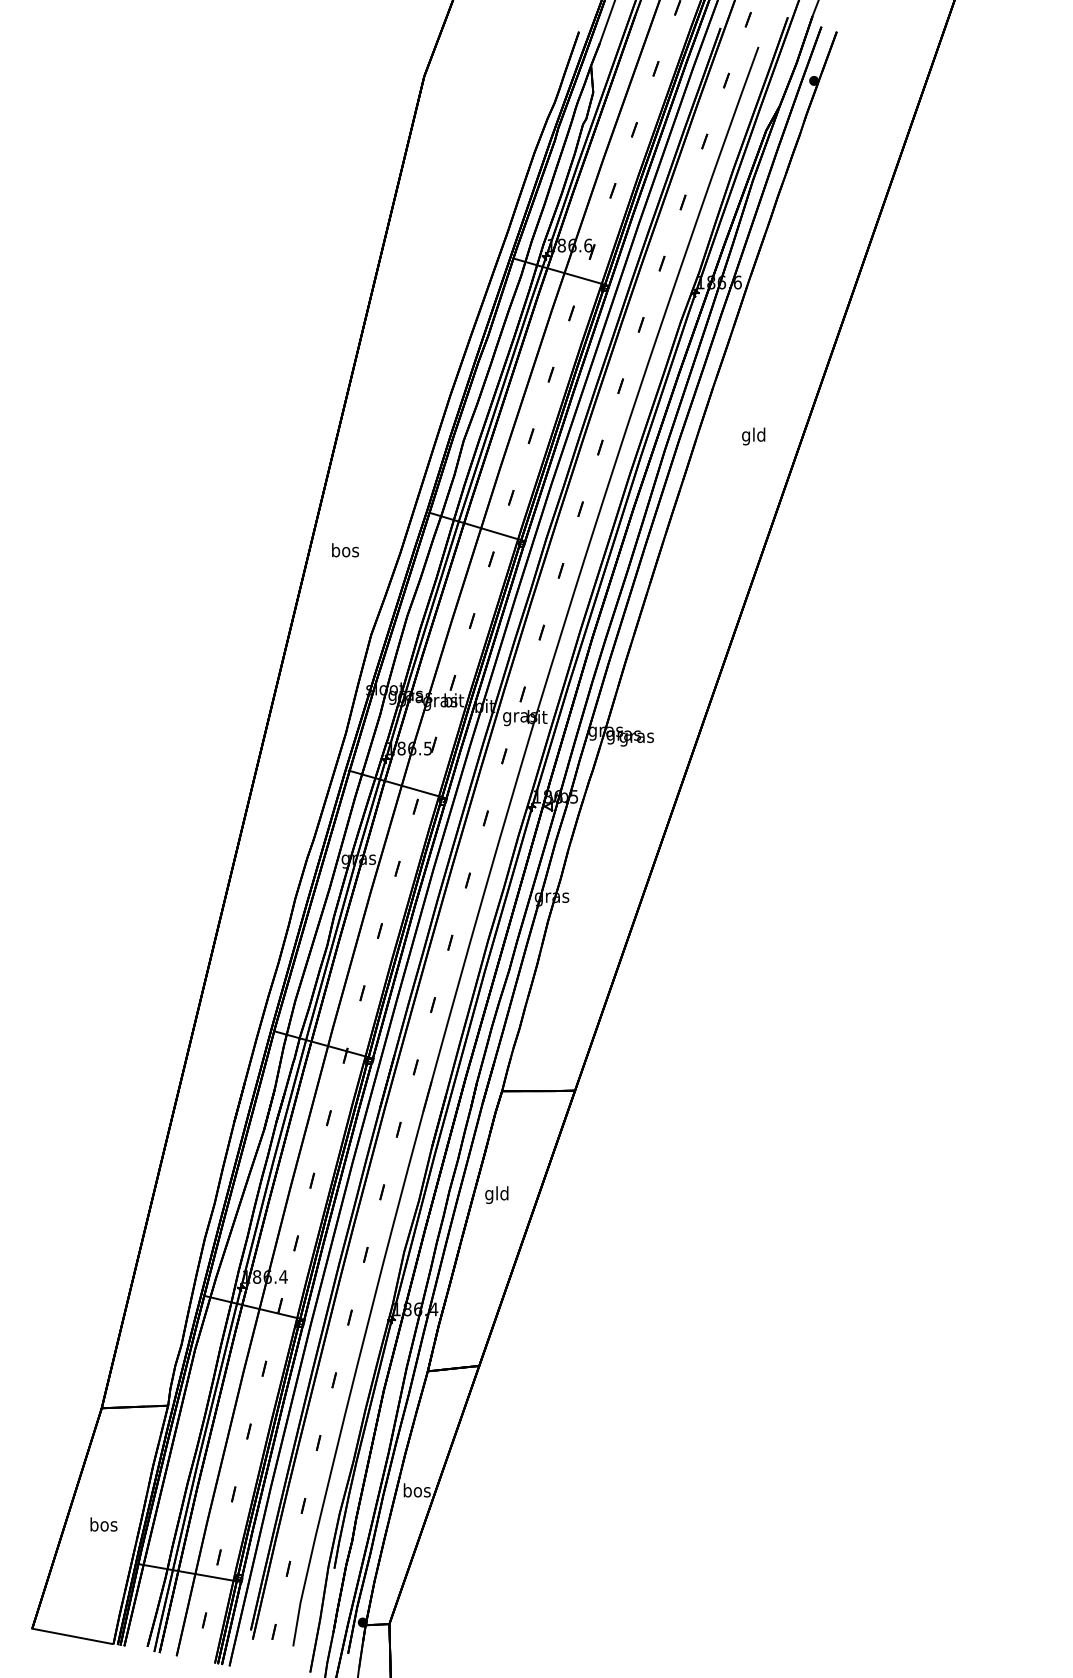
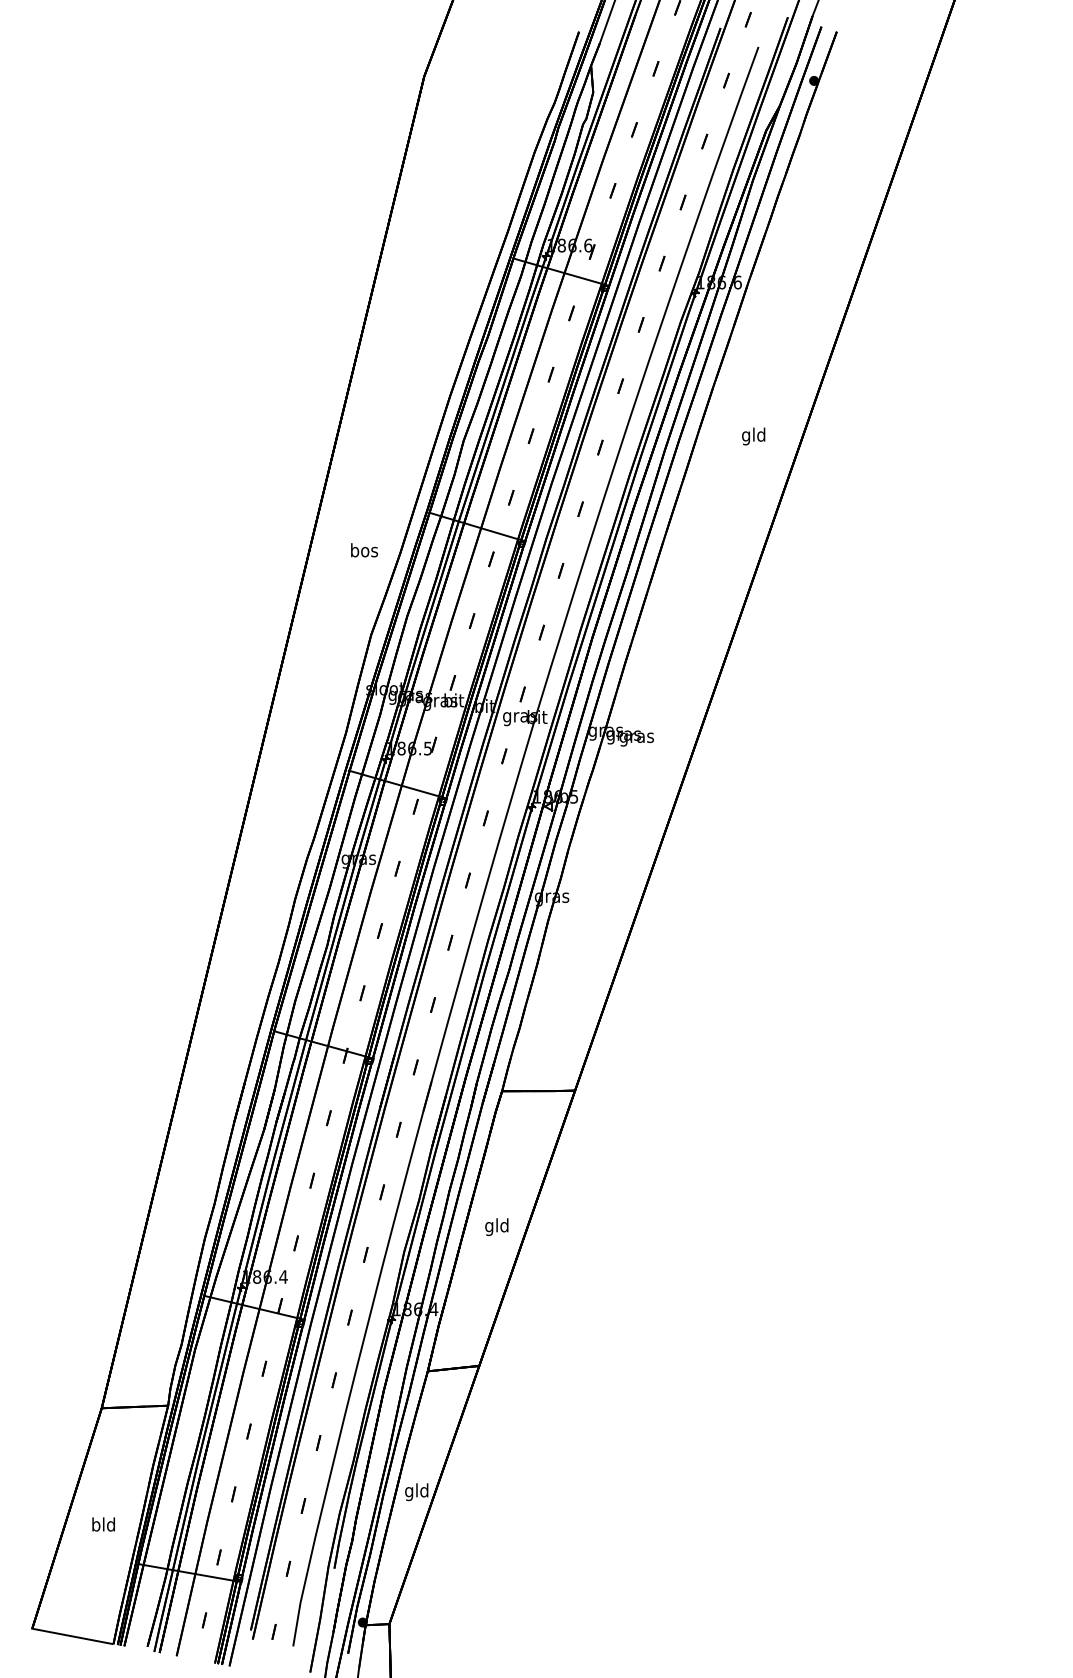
text at (345, 550) position: (345, 550) -> (364, 550)
text at (496, 1194) position: (496, 1194) -> (496, 1226)
text at (416, 1492): bos -> gld
text at (103, 1524): bos -> bld
